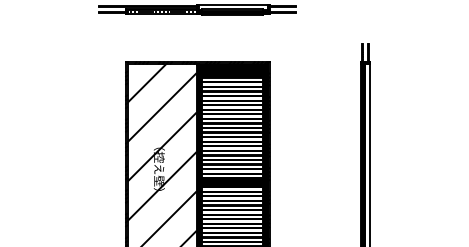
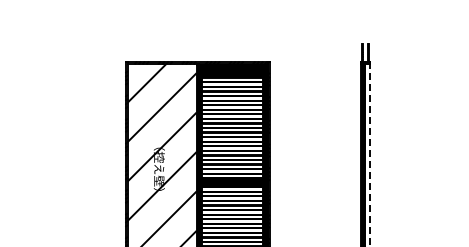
part at (197, 9): present -> none
line at (369, 154): solid -> dashed
